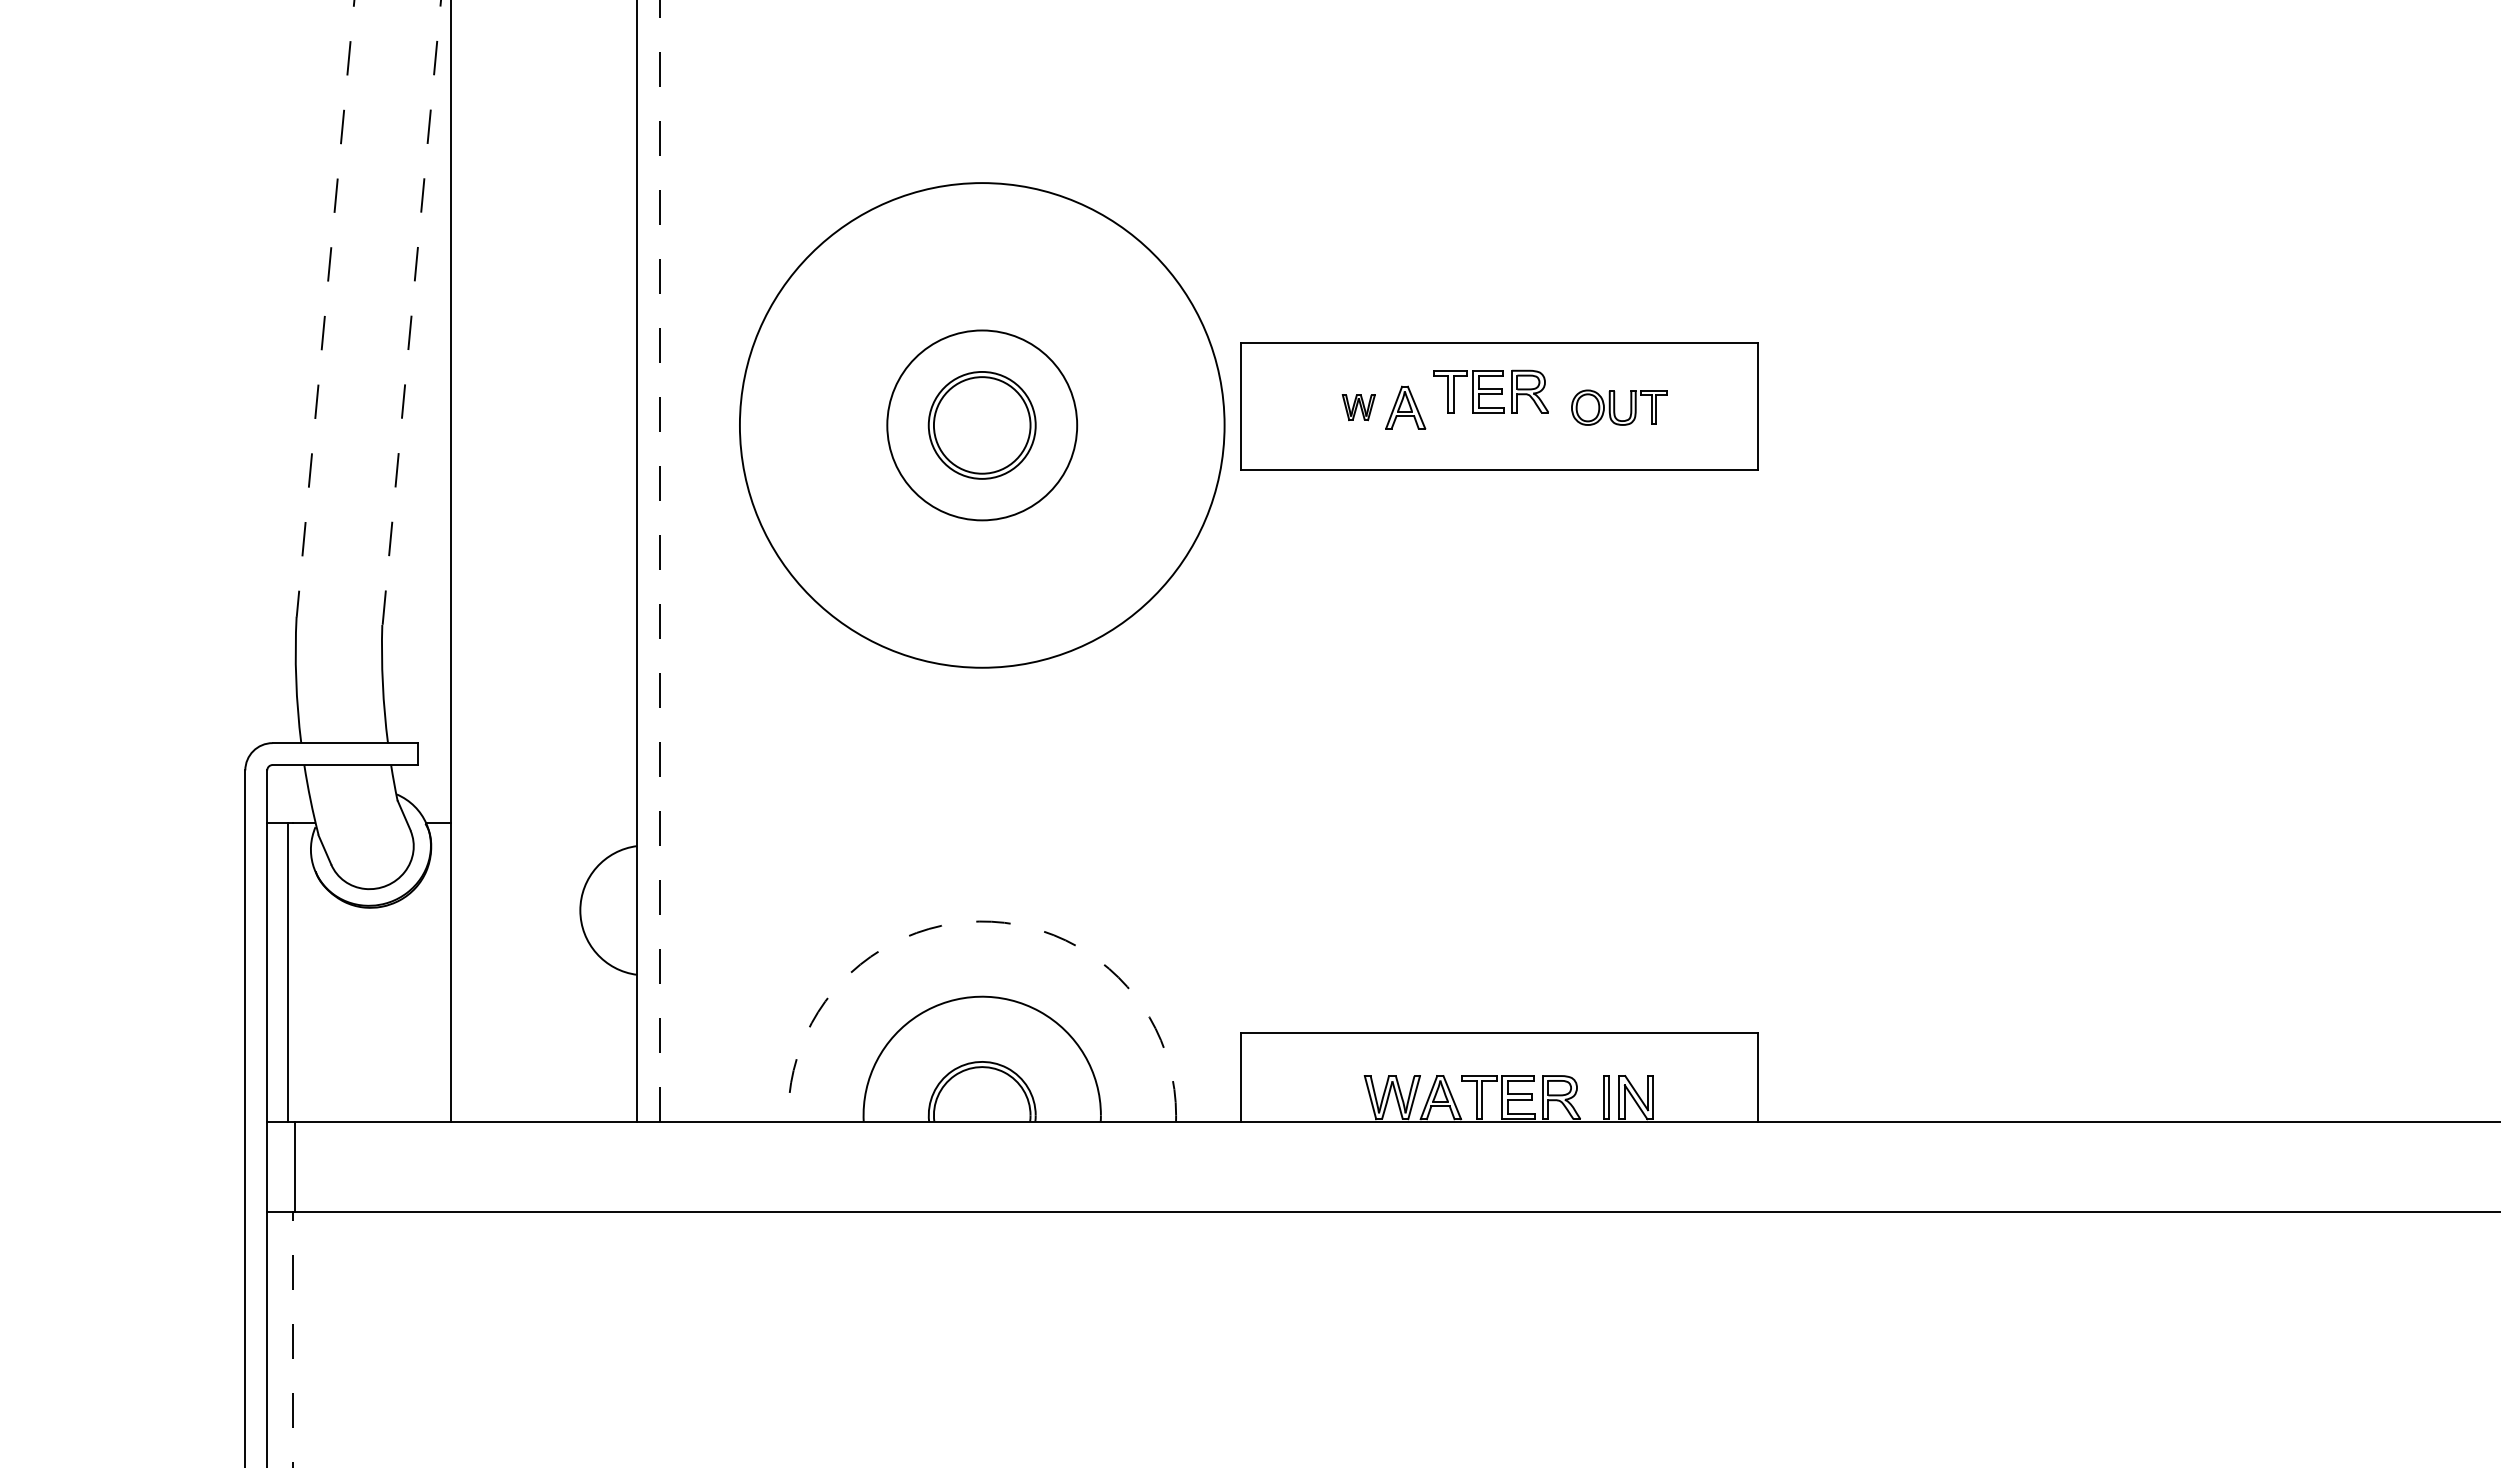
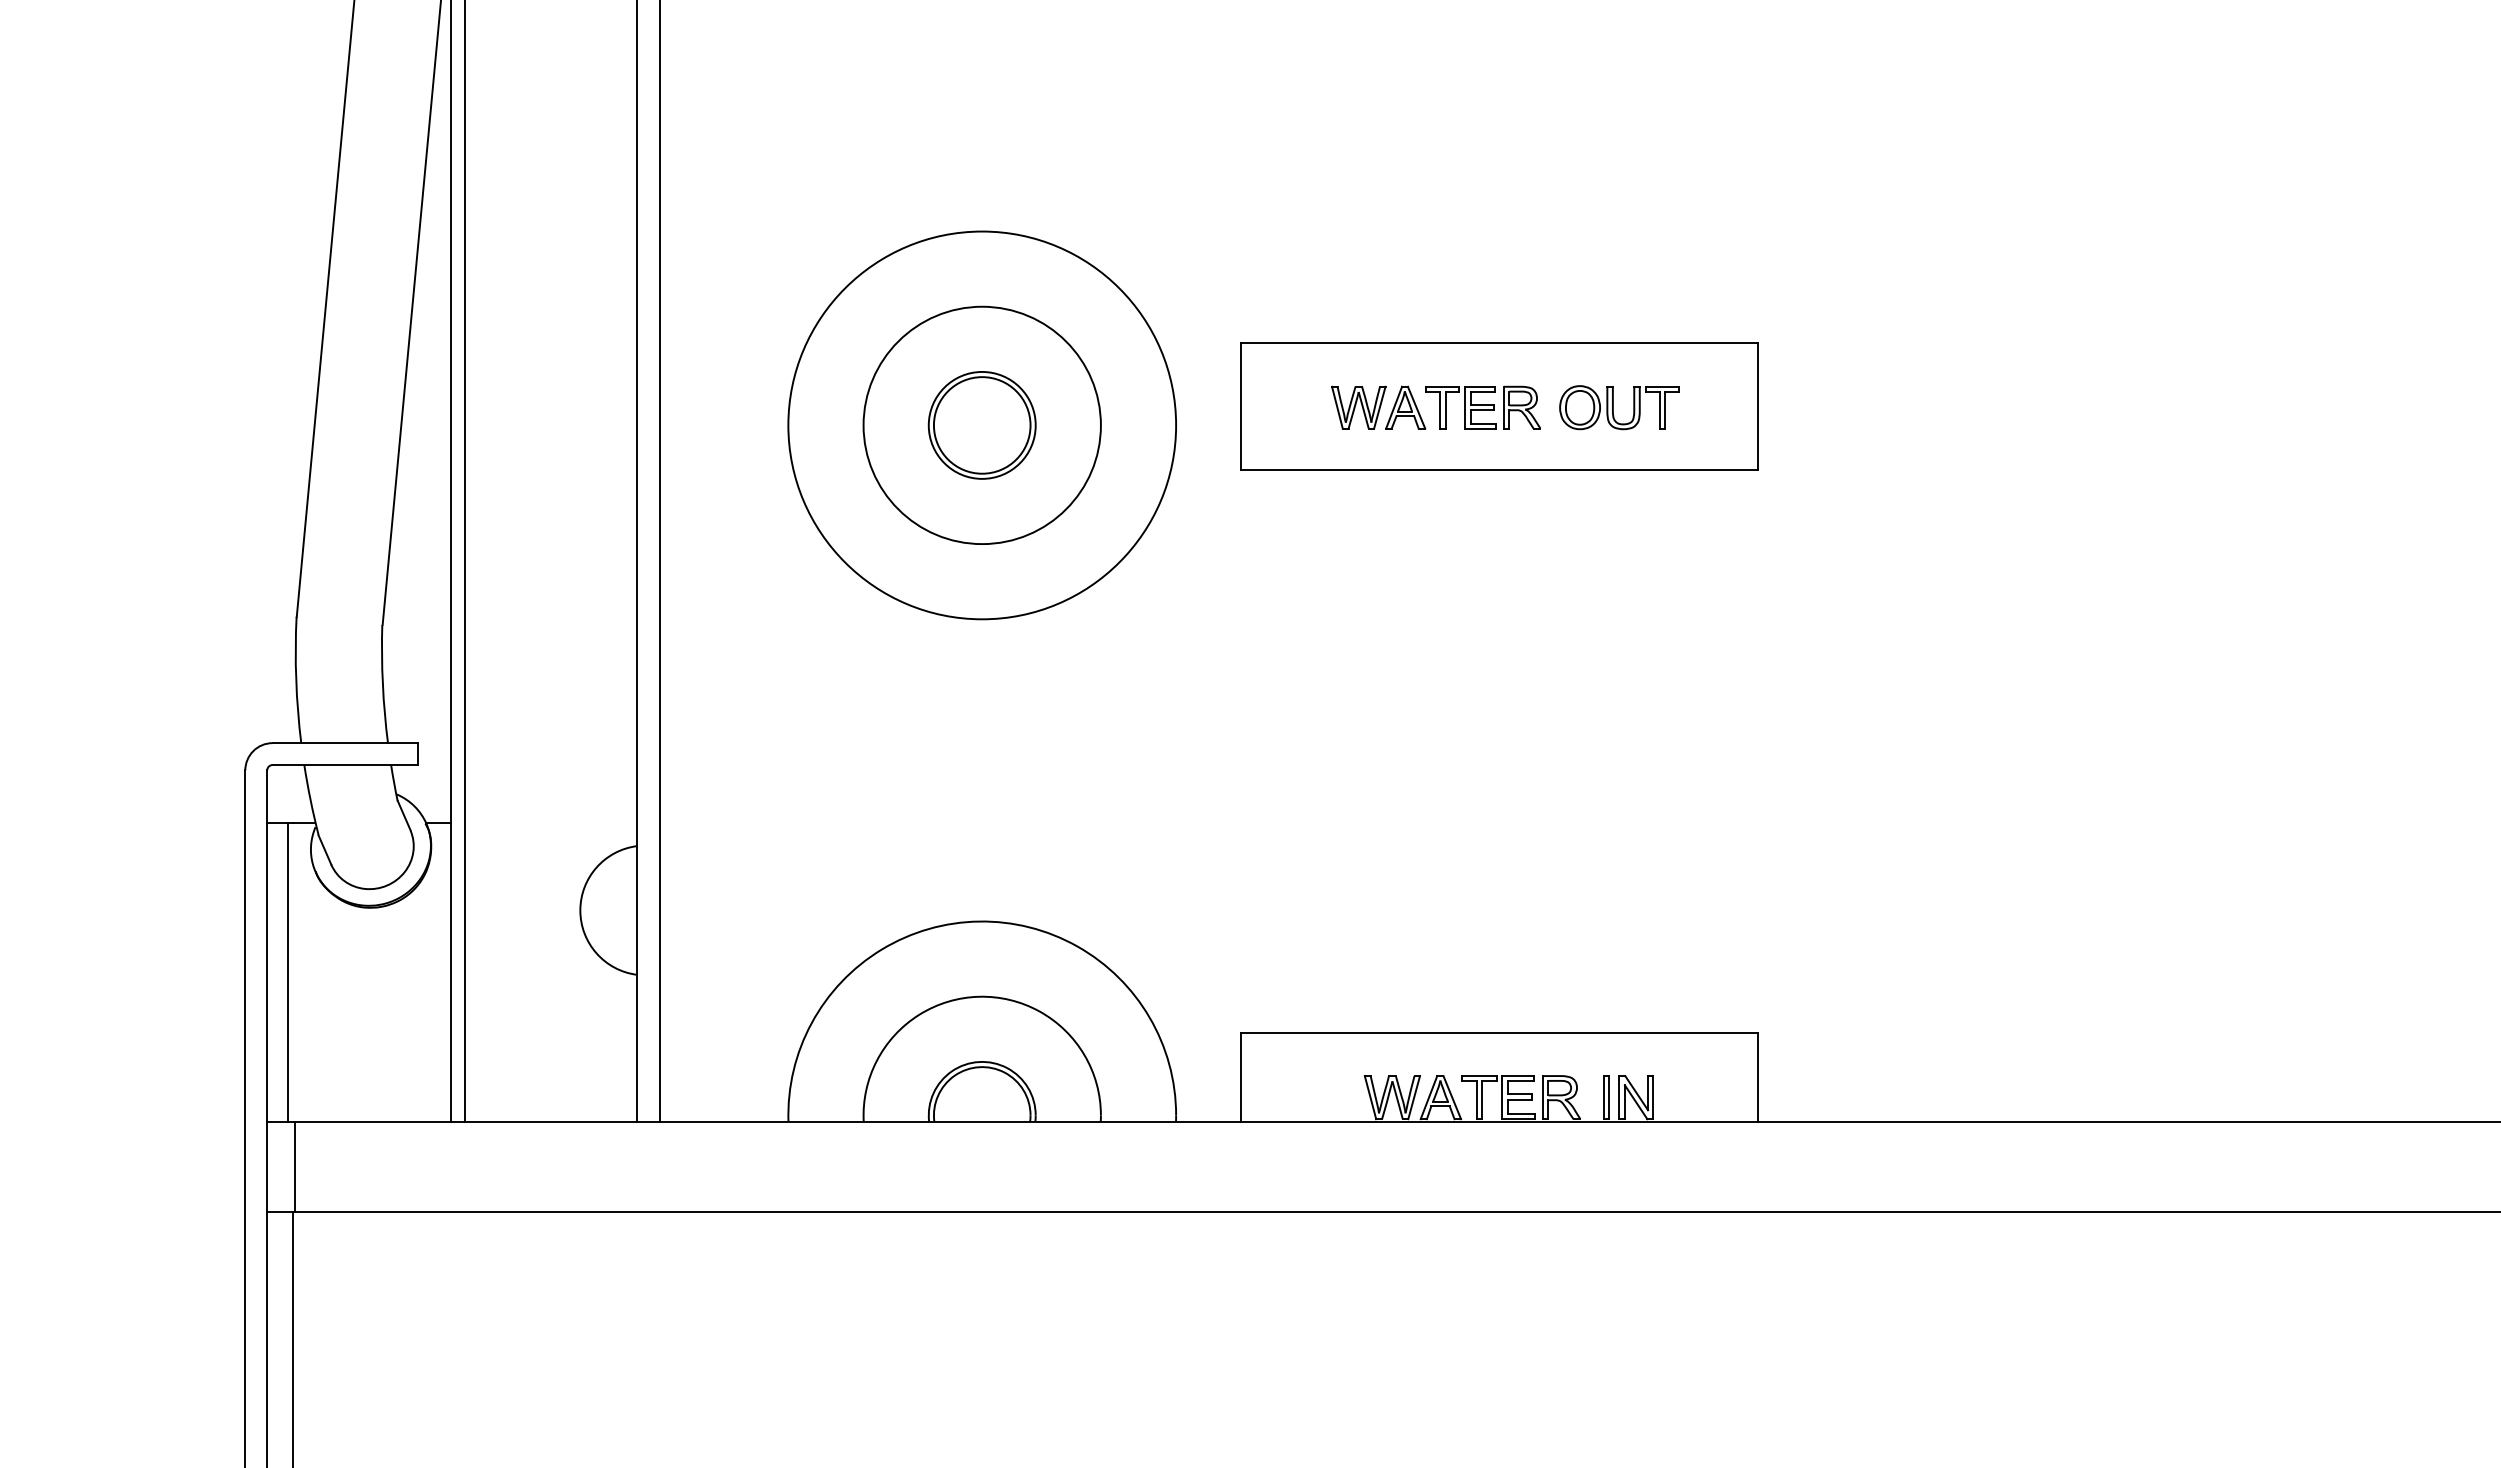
line at (325, 309): dashed -> solid
line at (411, 312): dashed -> solid
part at (1490, 391) position: (1490, 391) -> (1482, 407)
part at (1358, 407) size: 35x28 px -> 56x45 px
part at (1619, 407) size: 97x37 px -> 121x46 px
circle at (981, 425) diameter: 485 px -> 388 px
circle at (982, 425) diameter: 190 px -> 237 px
line at (660, 560): dashed -> solid
line at (464, 561): none -> present
arc at (979, 921): dashed -> solid
line at (293, 1339): dashed -> solid
